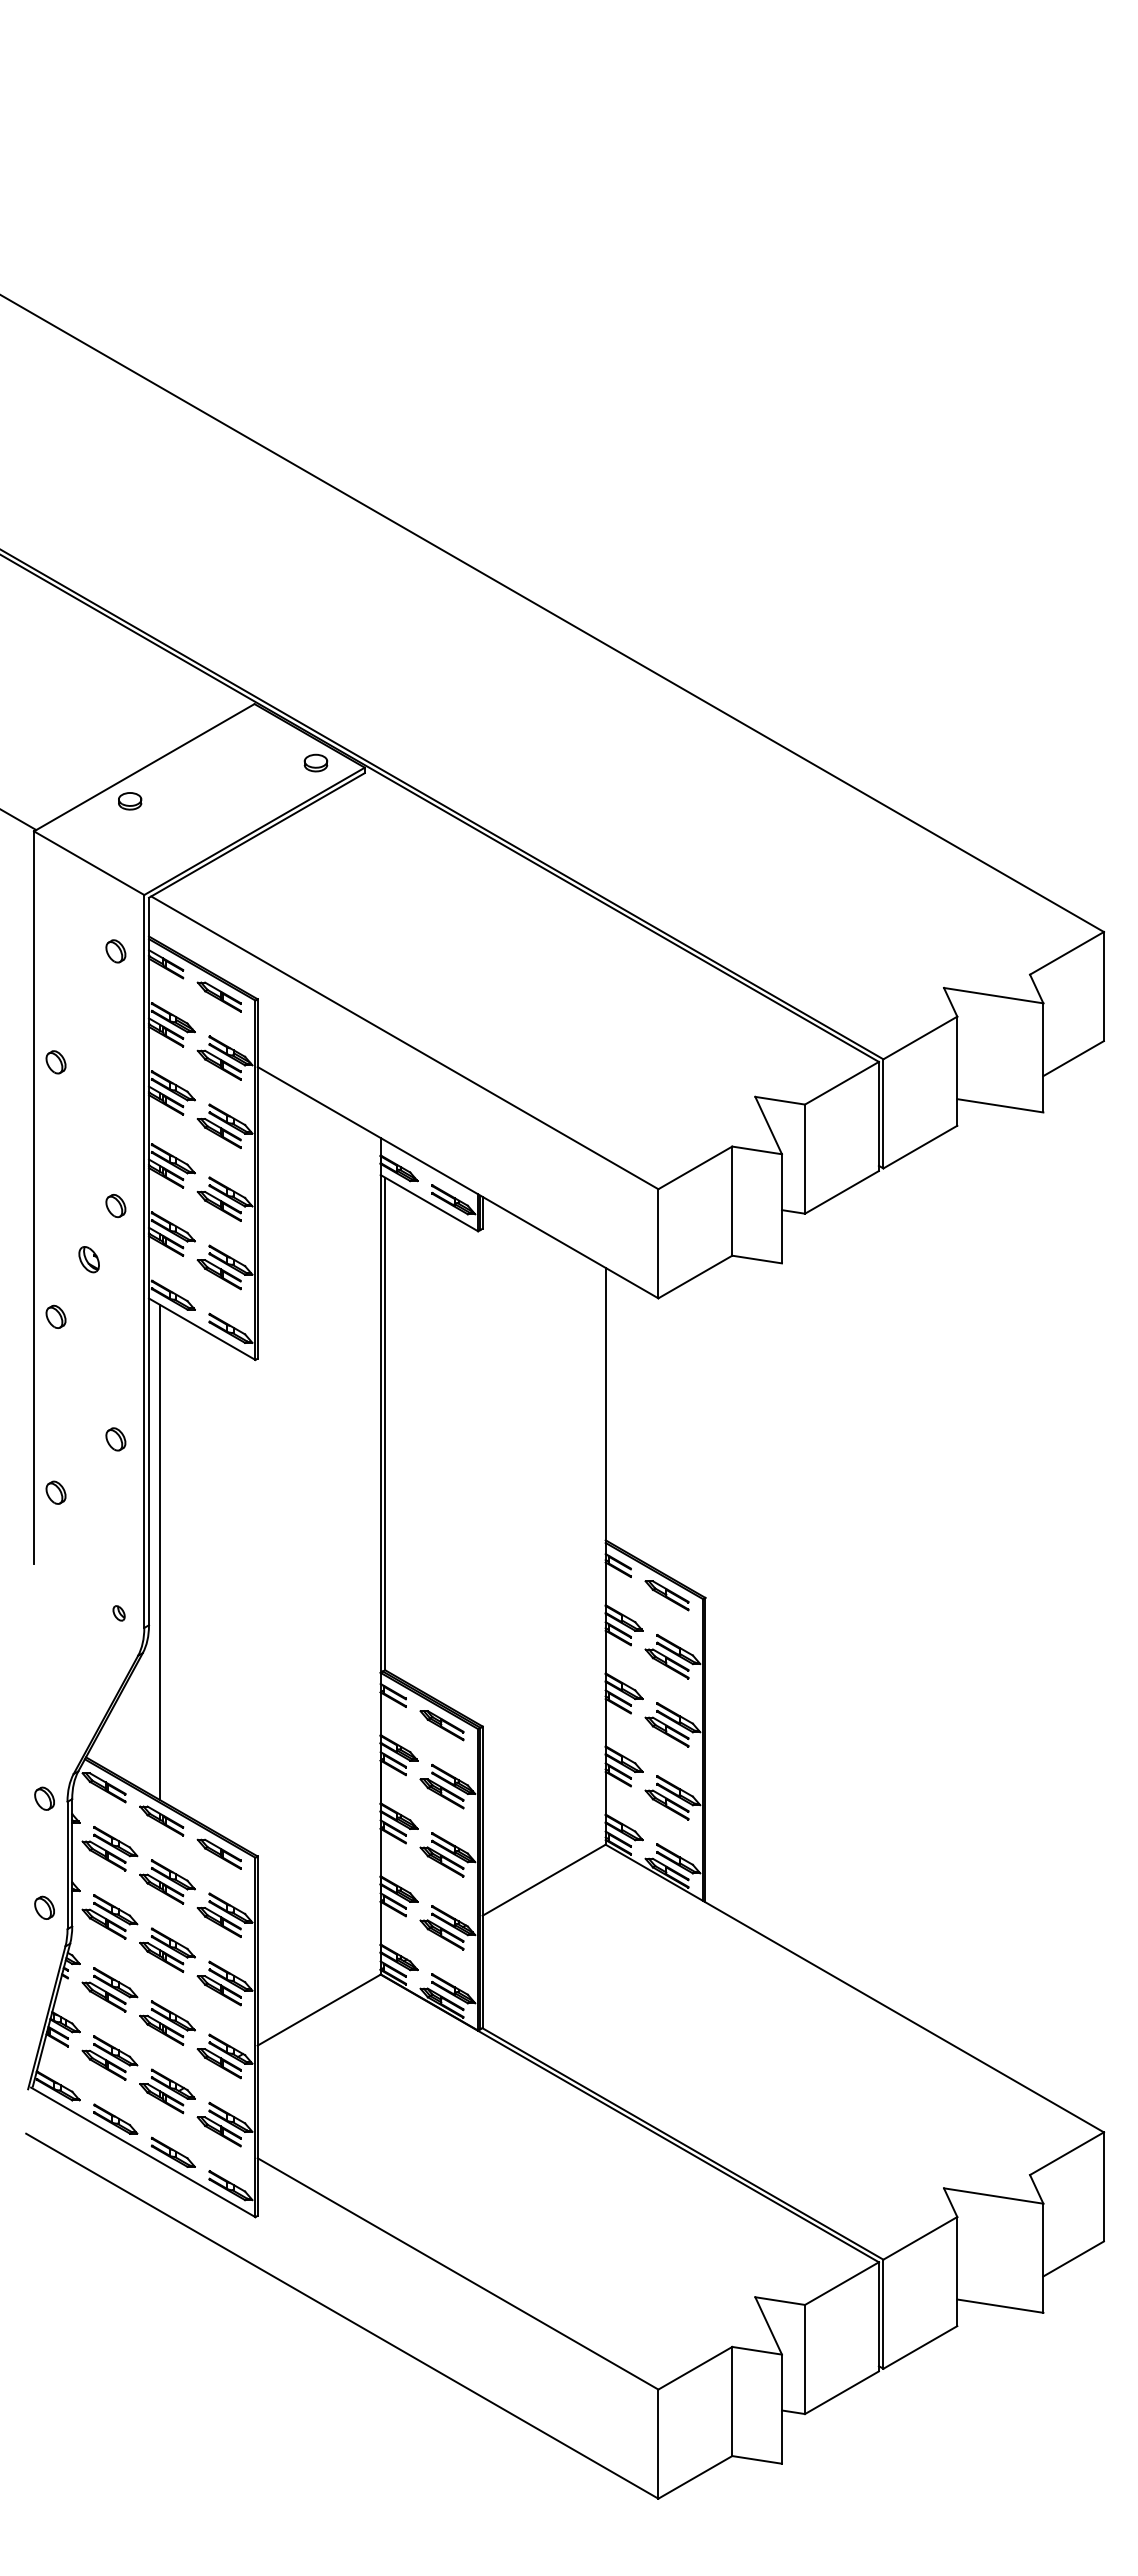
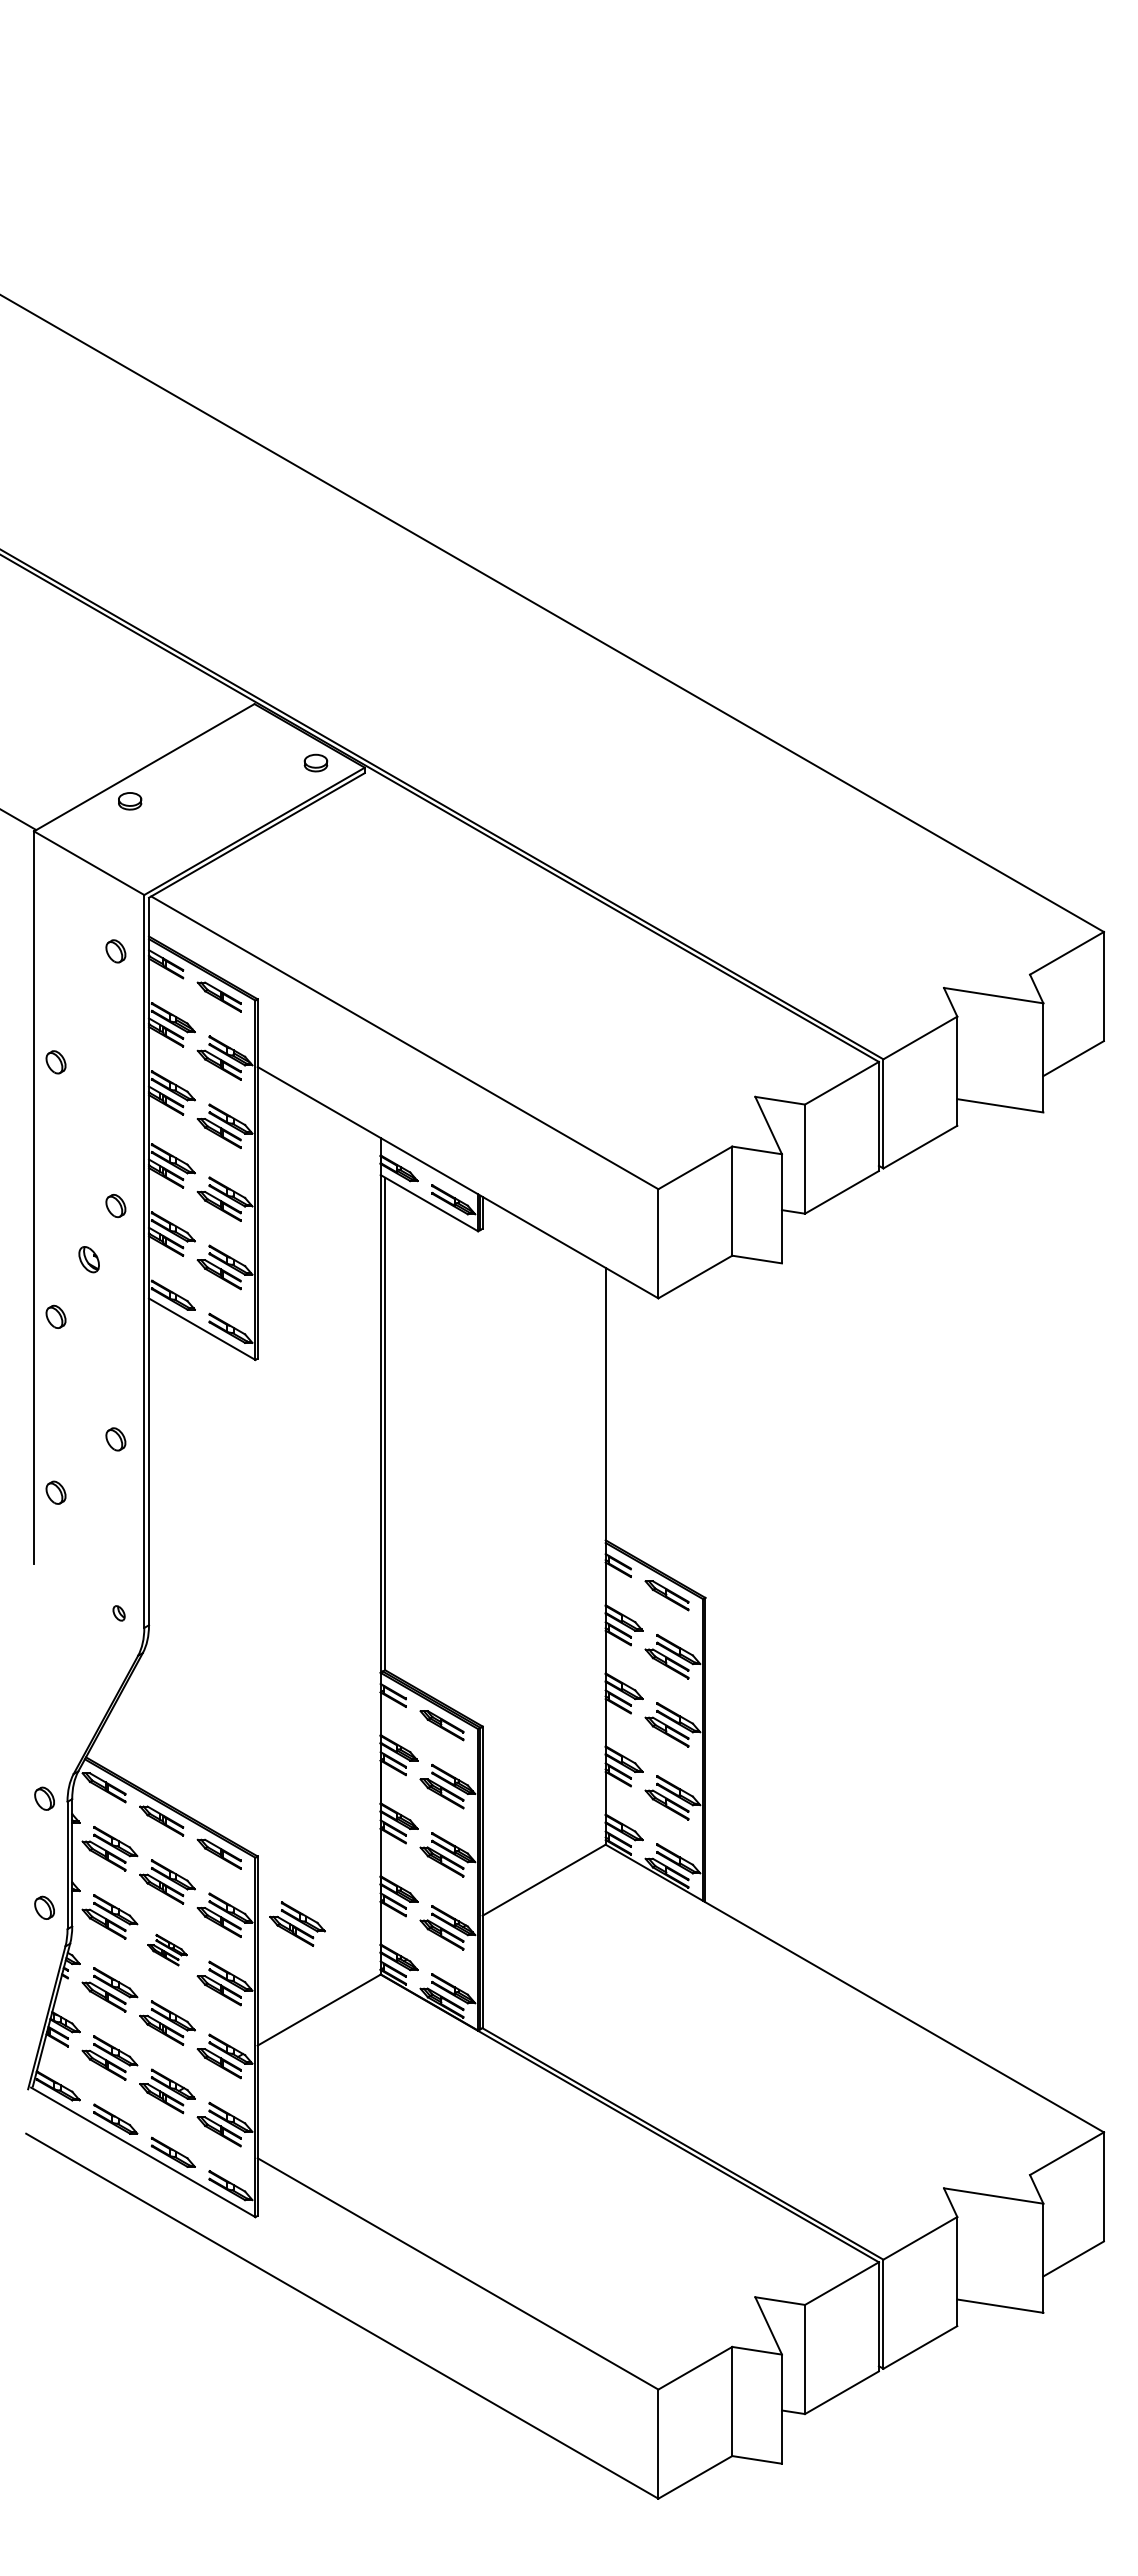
line at (160, 1552): present -> none
part at (297, 1923): none -> present
part at (167, 1949) size: 57x46 px -> 41x34 px
